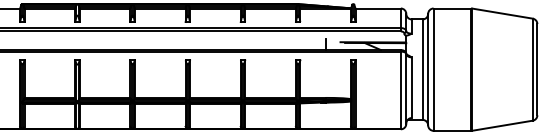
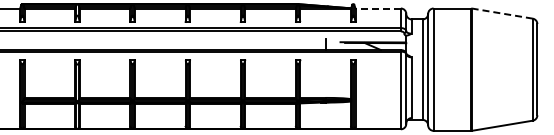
line at (378, 8): solid -> dashed
line at (502, 13): solid -> dashed
